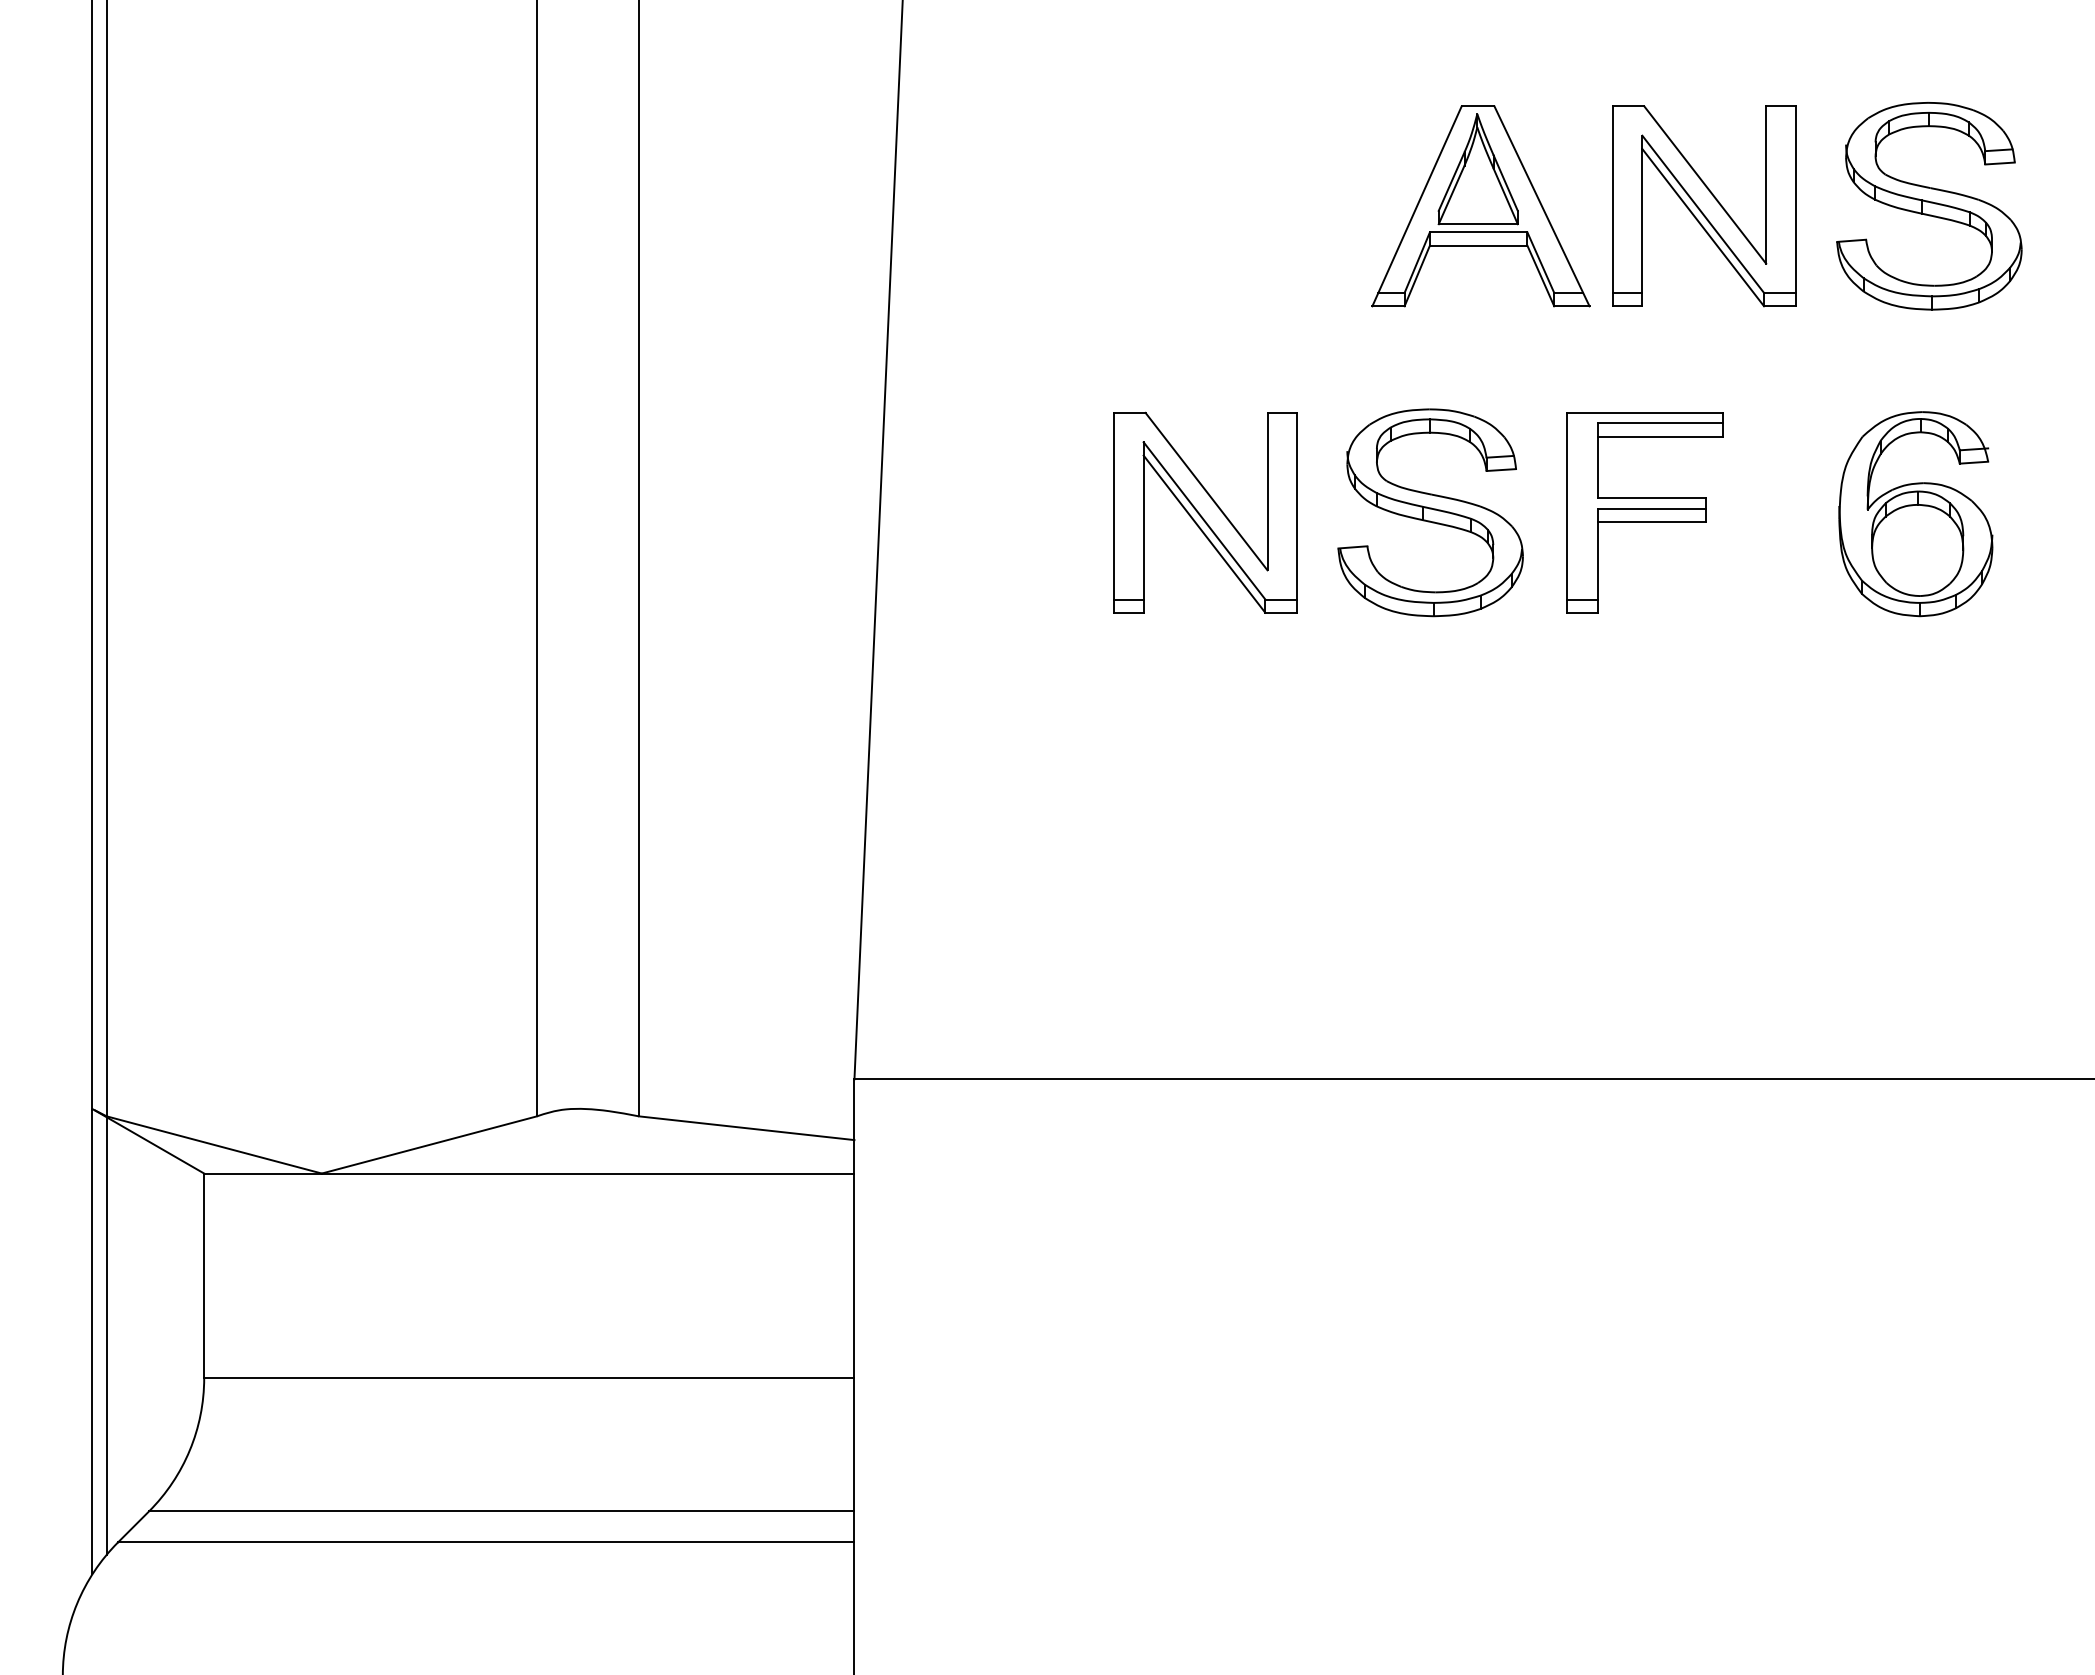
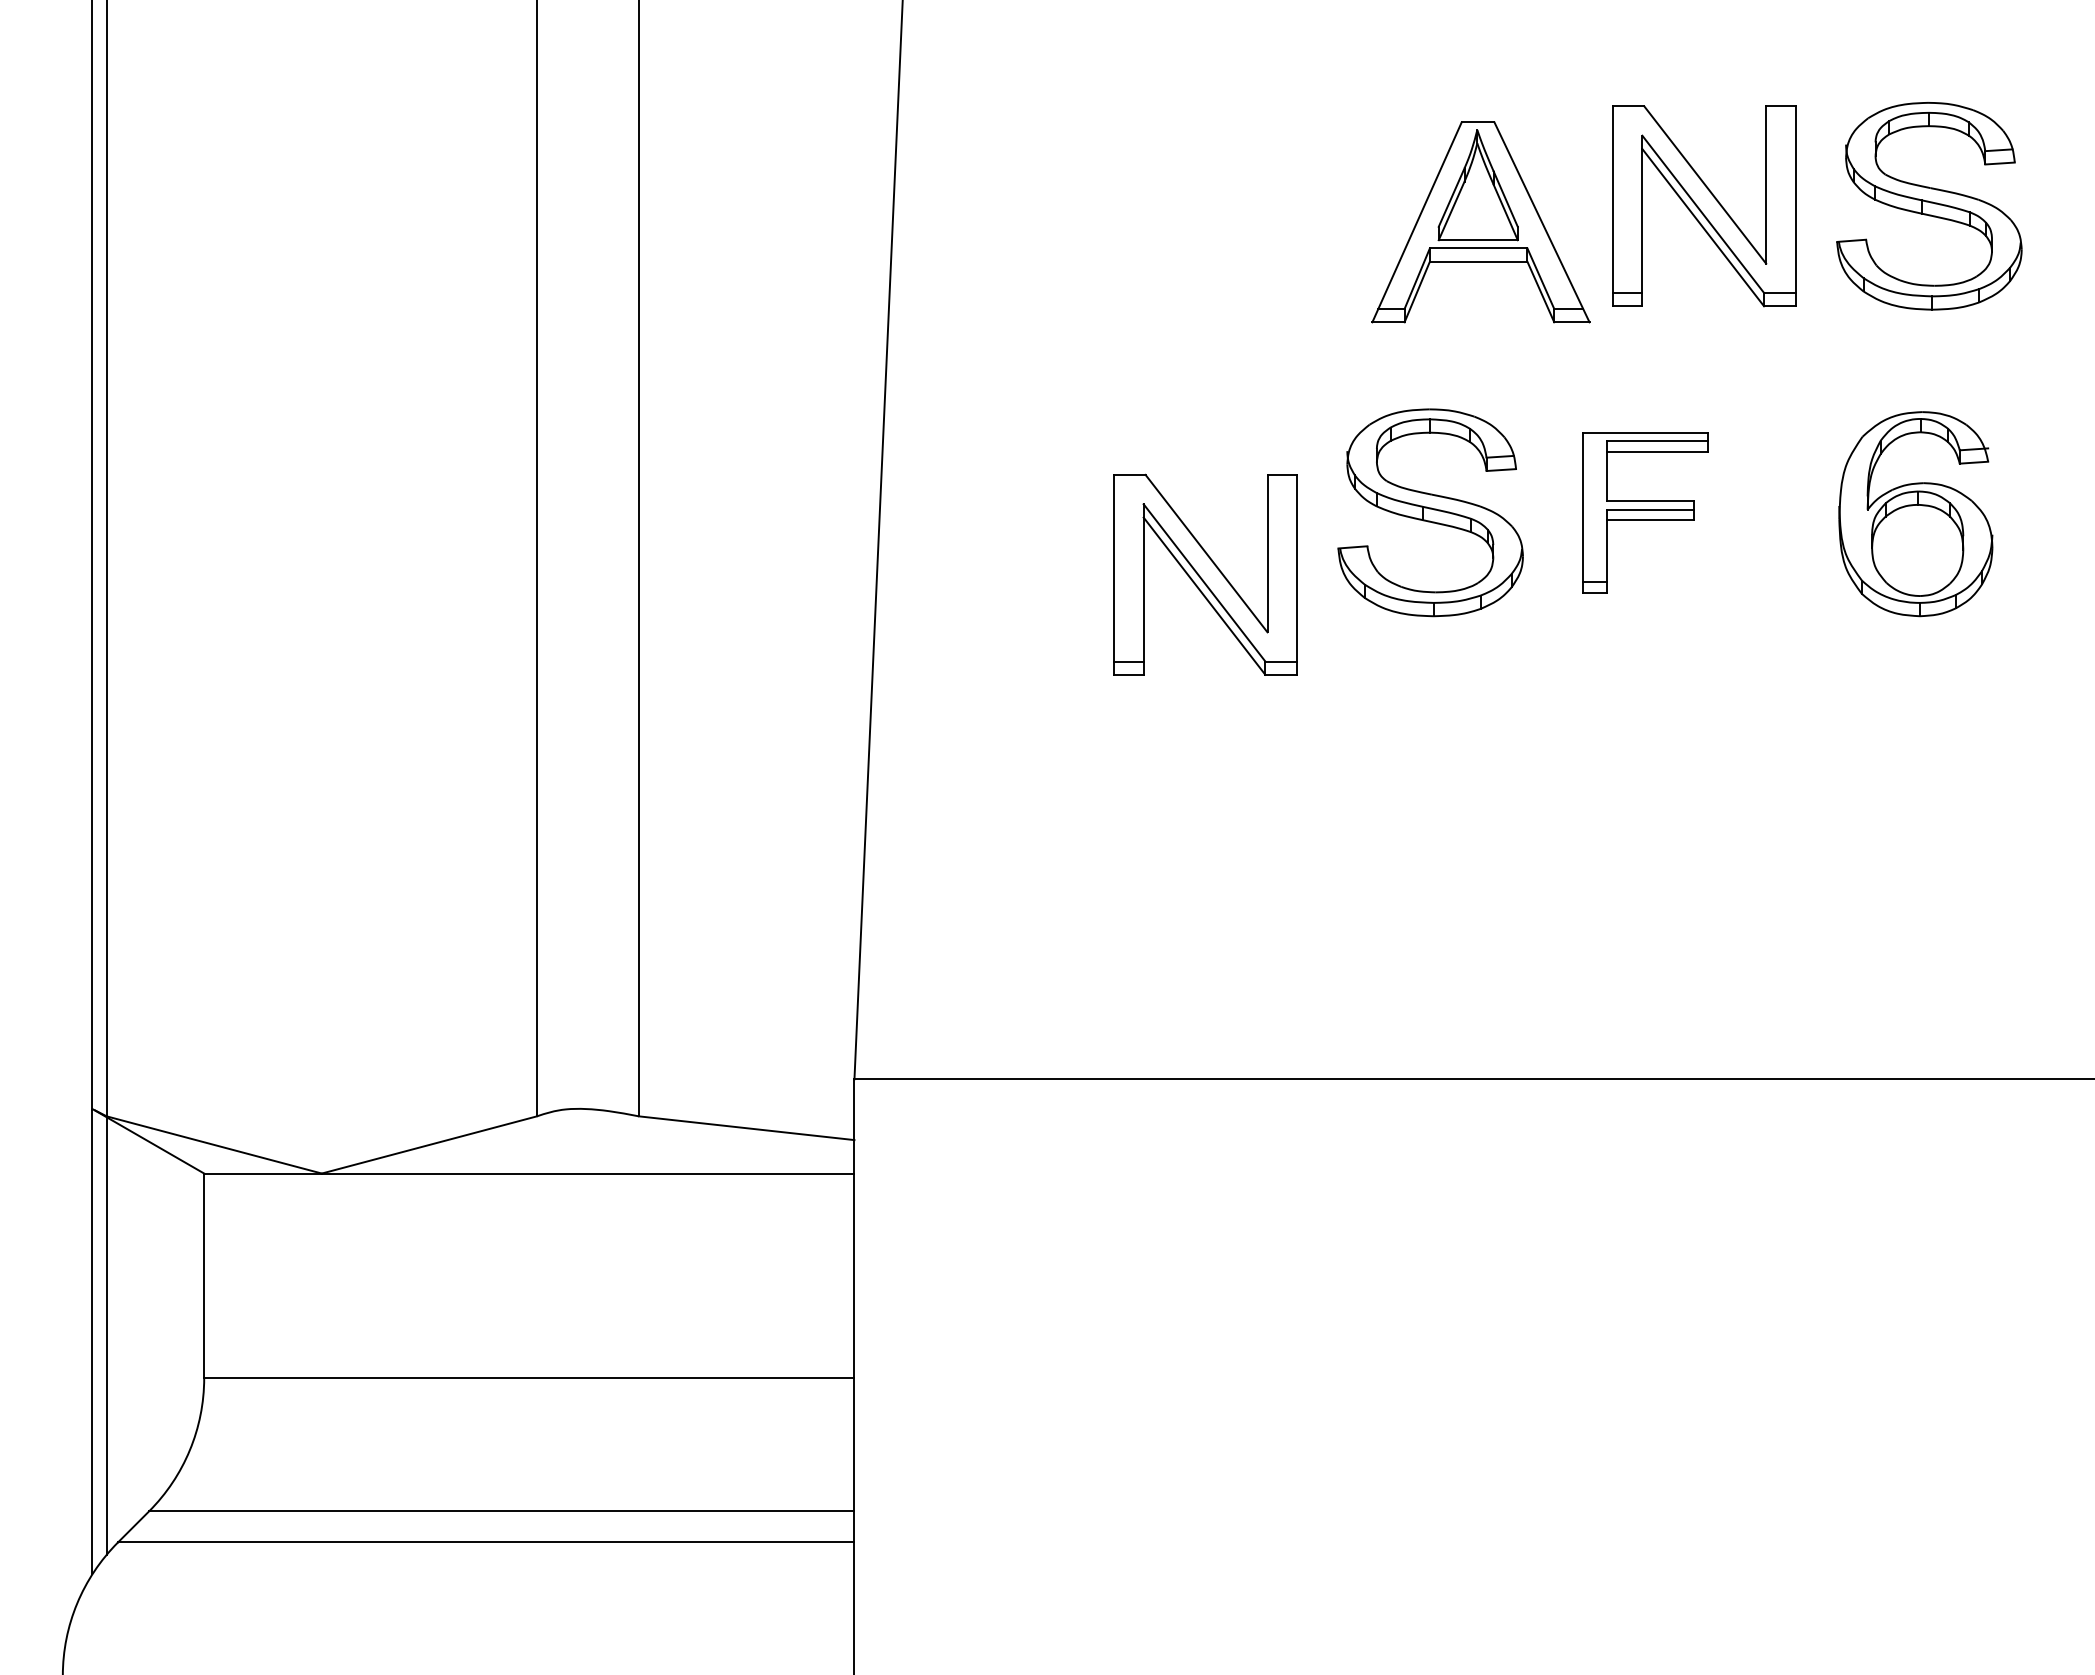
part at (1480, 206) position: (1480, 206) -> (1480, 222)
part at (1205, 512) position: (1205, 512) -> (1205, 574)
part at (1644, 512) size: 158x202 px -> 127x162 px
